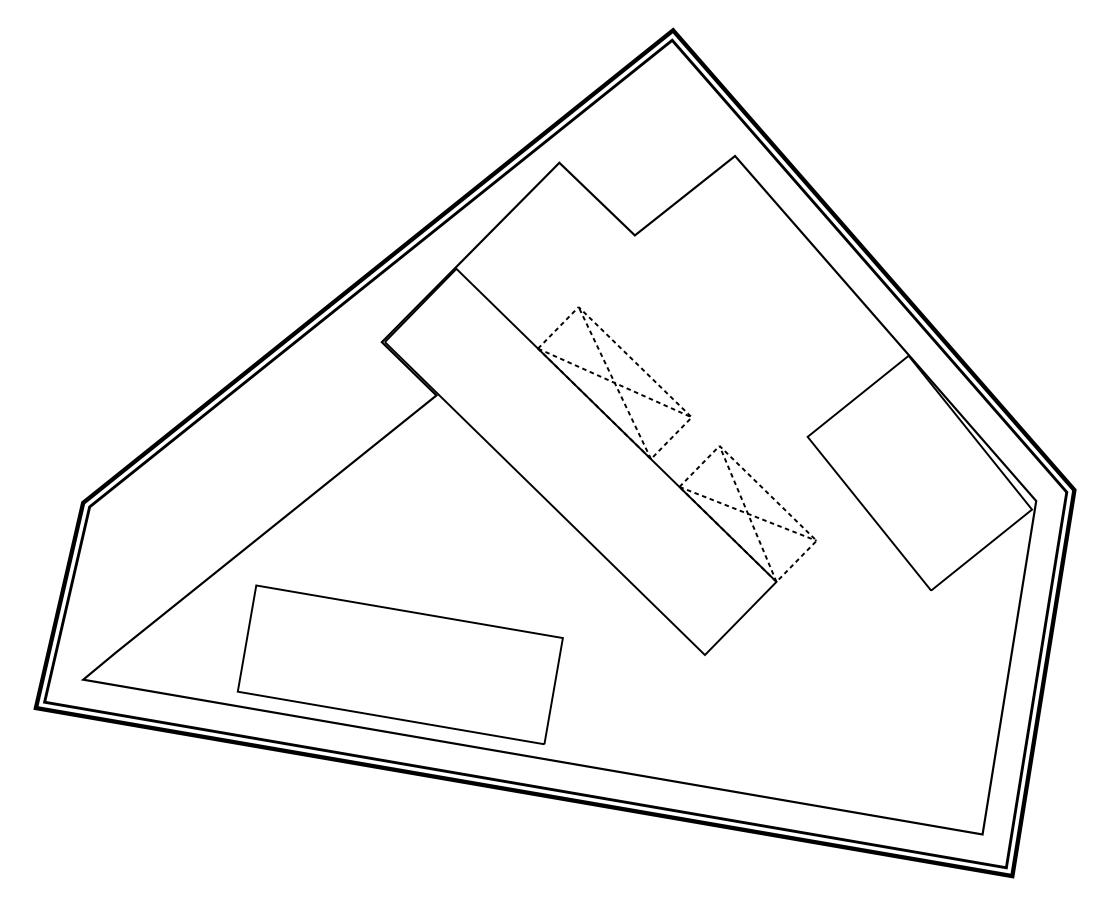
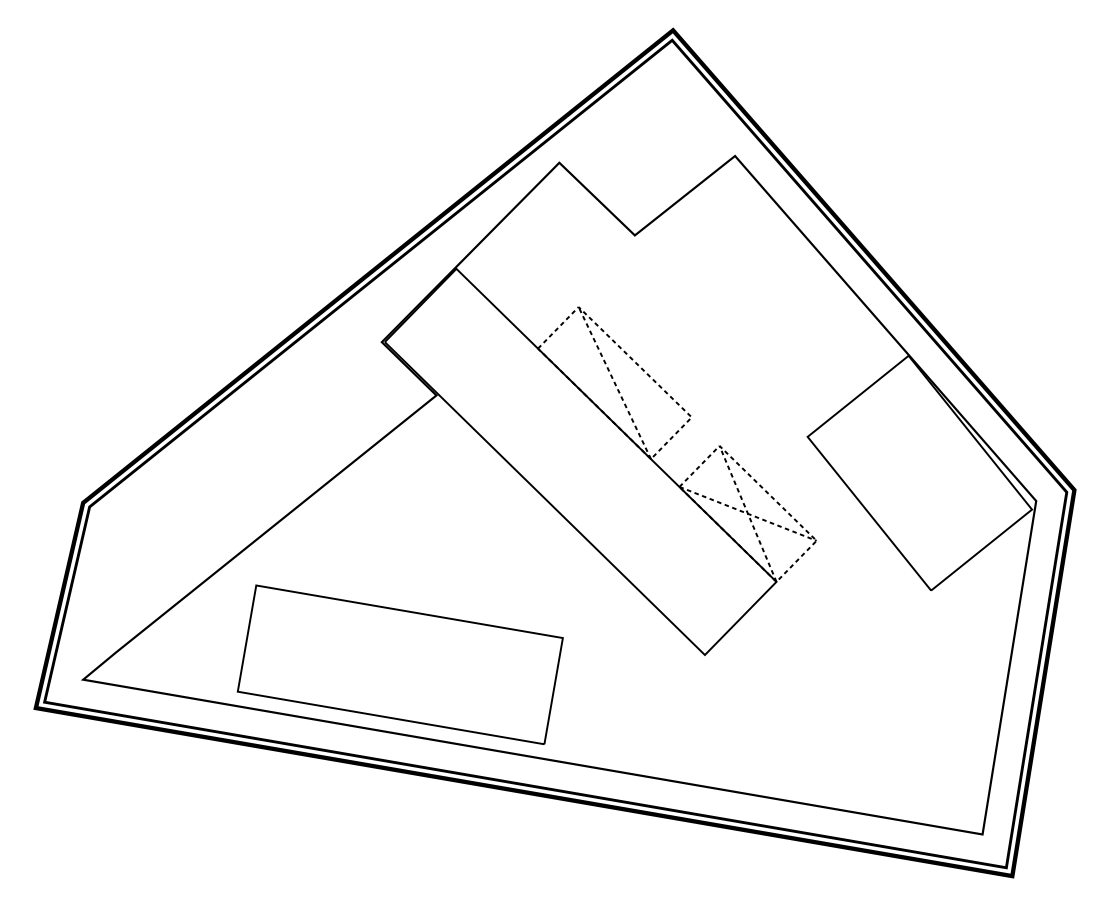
line at (614, 382): present -> none
